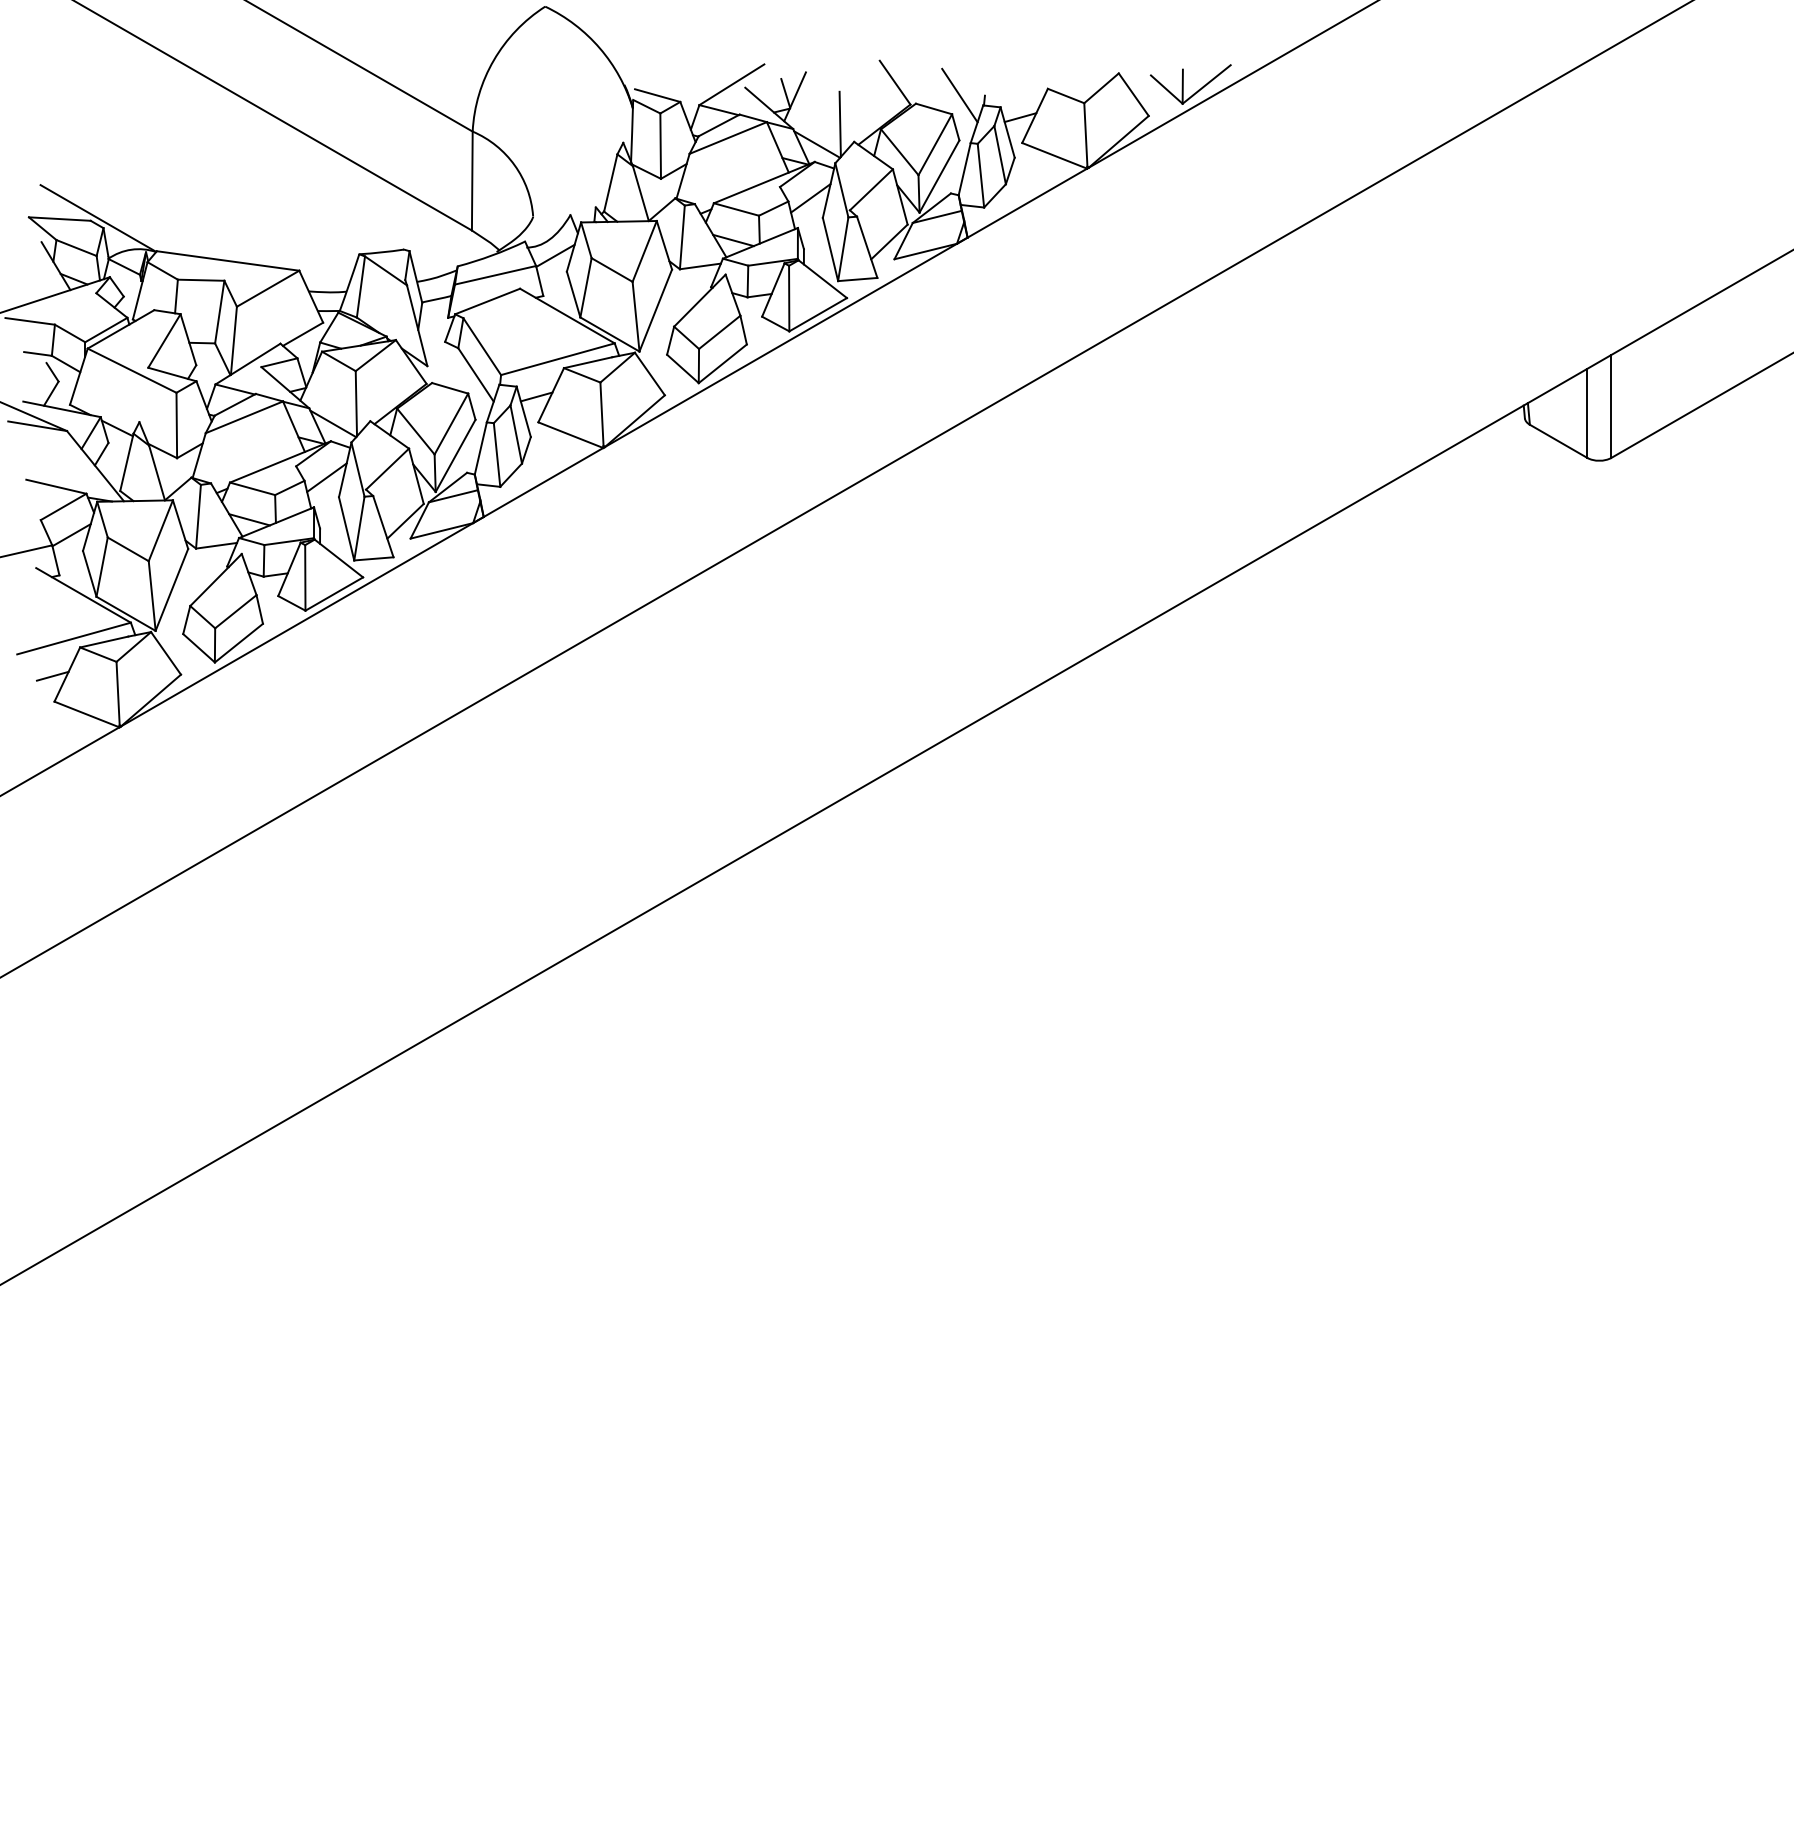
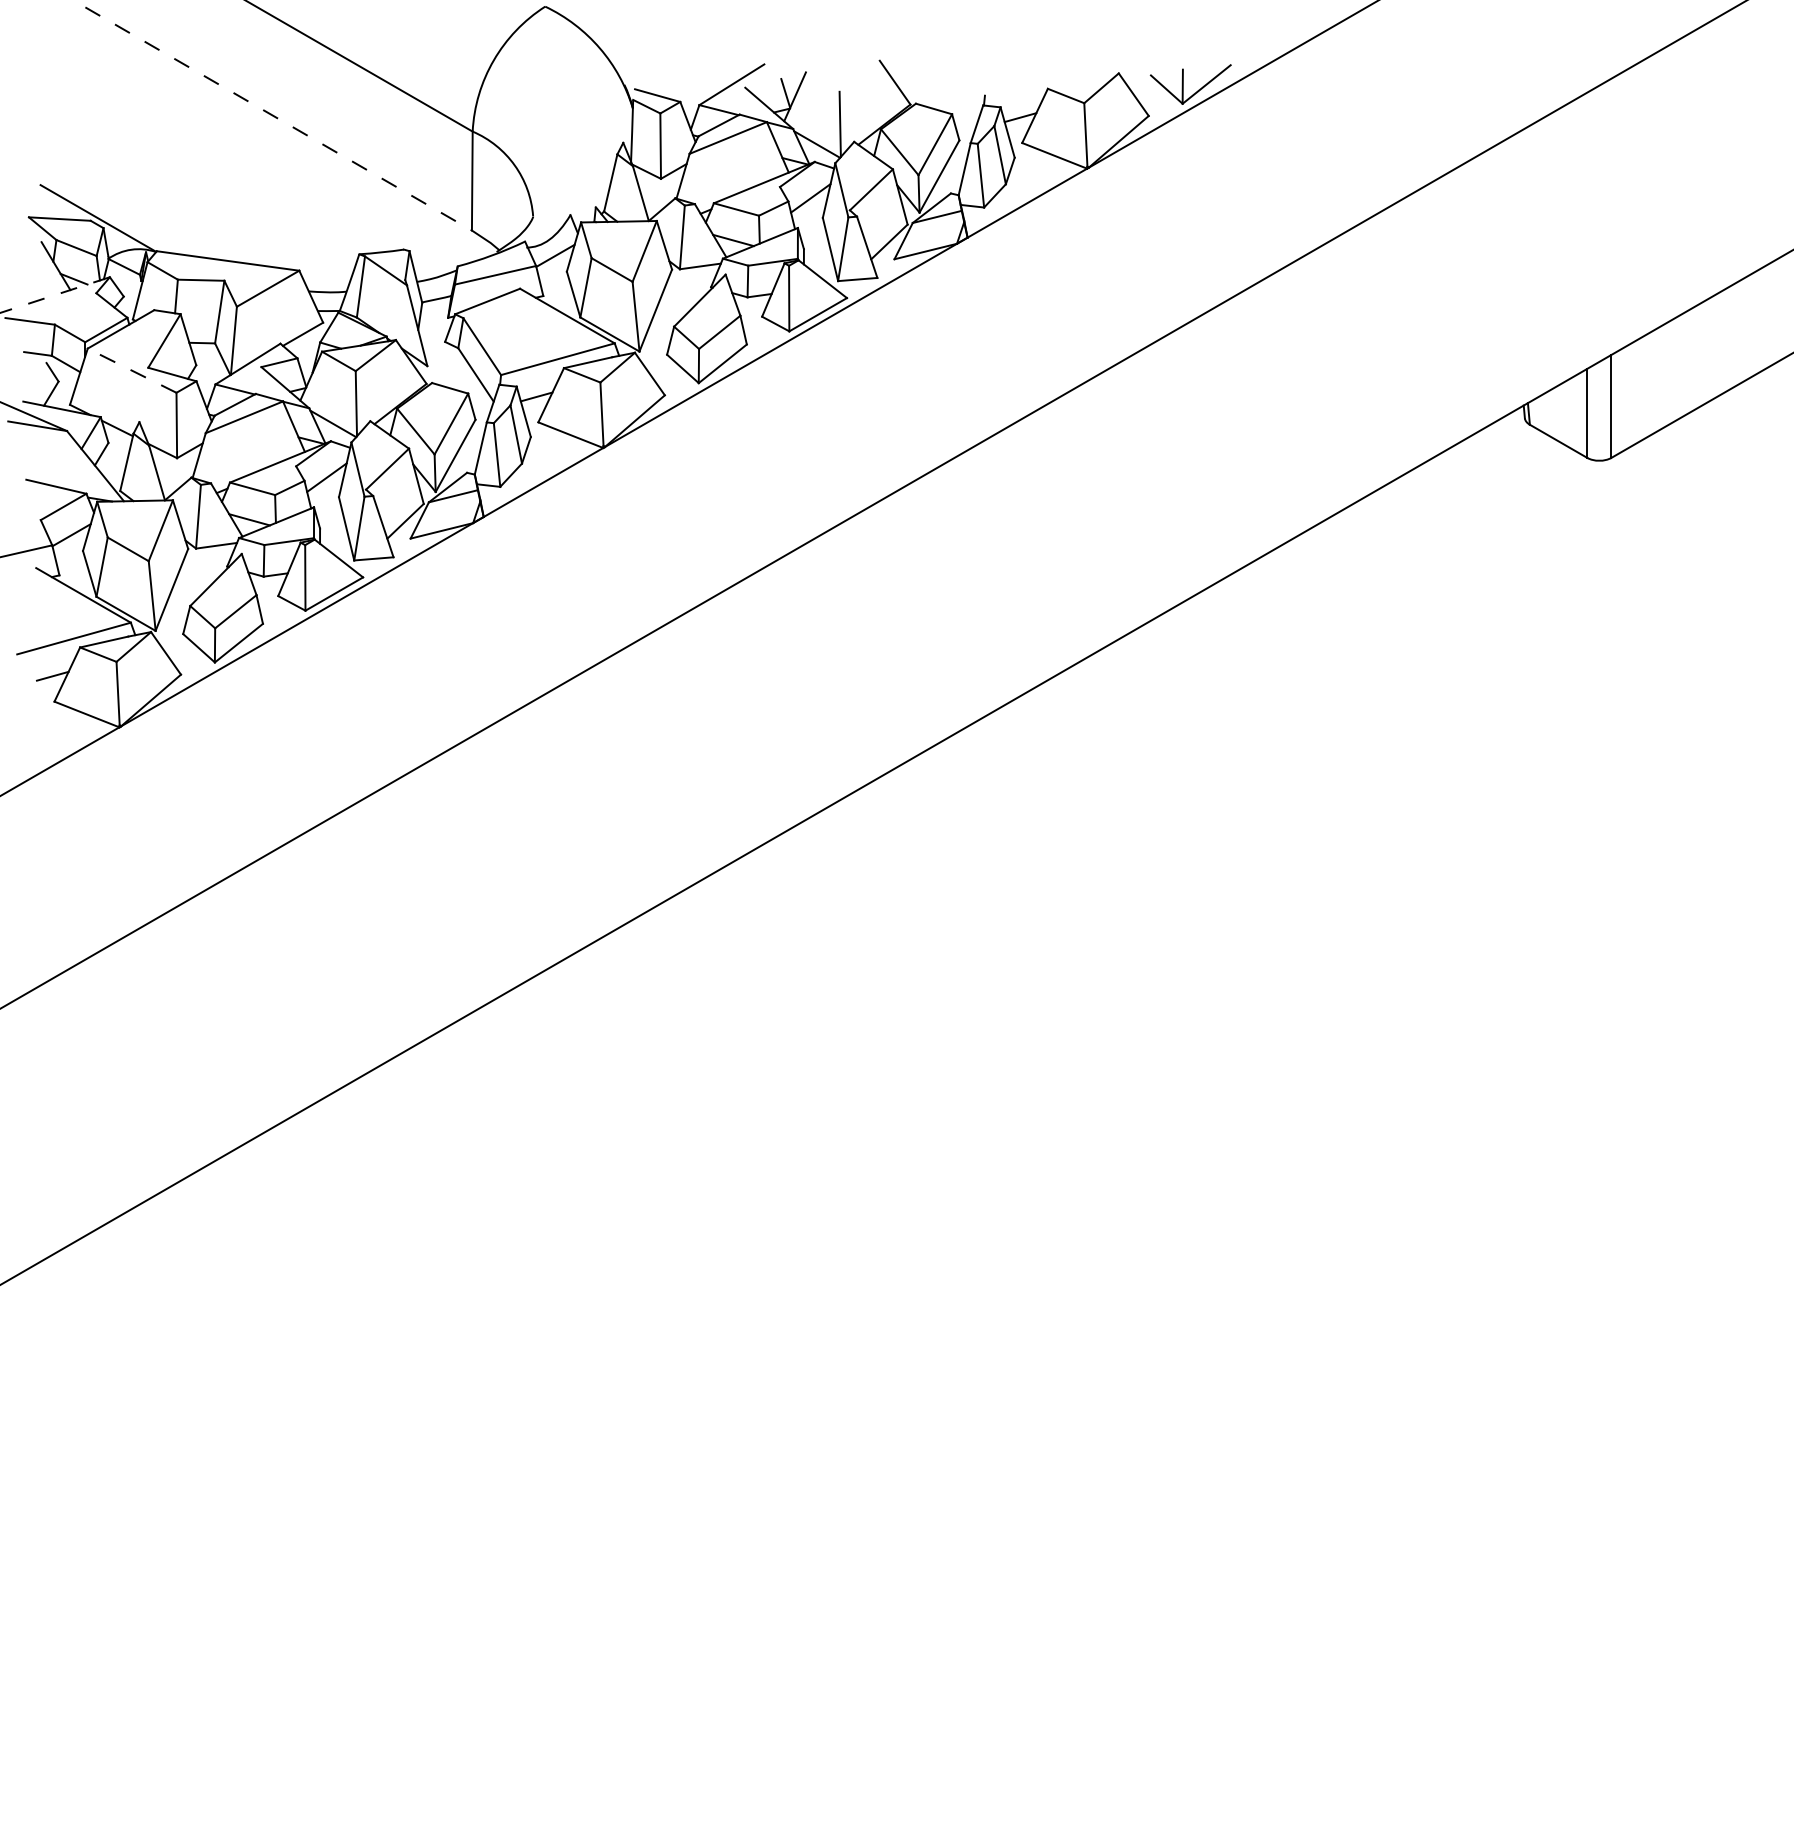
line at (959, 95): present -> none
line at (272, 115): solid -> dashed
line at (55, 295): solid -> dashed
line at (132, 370): solid -> dashed
line at (846, 489) position: (846, 489) -> (872, 504)
